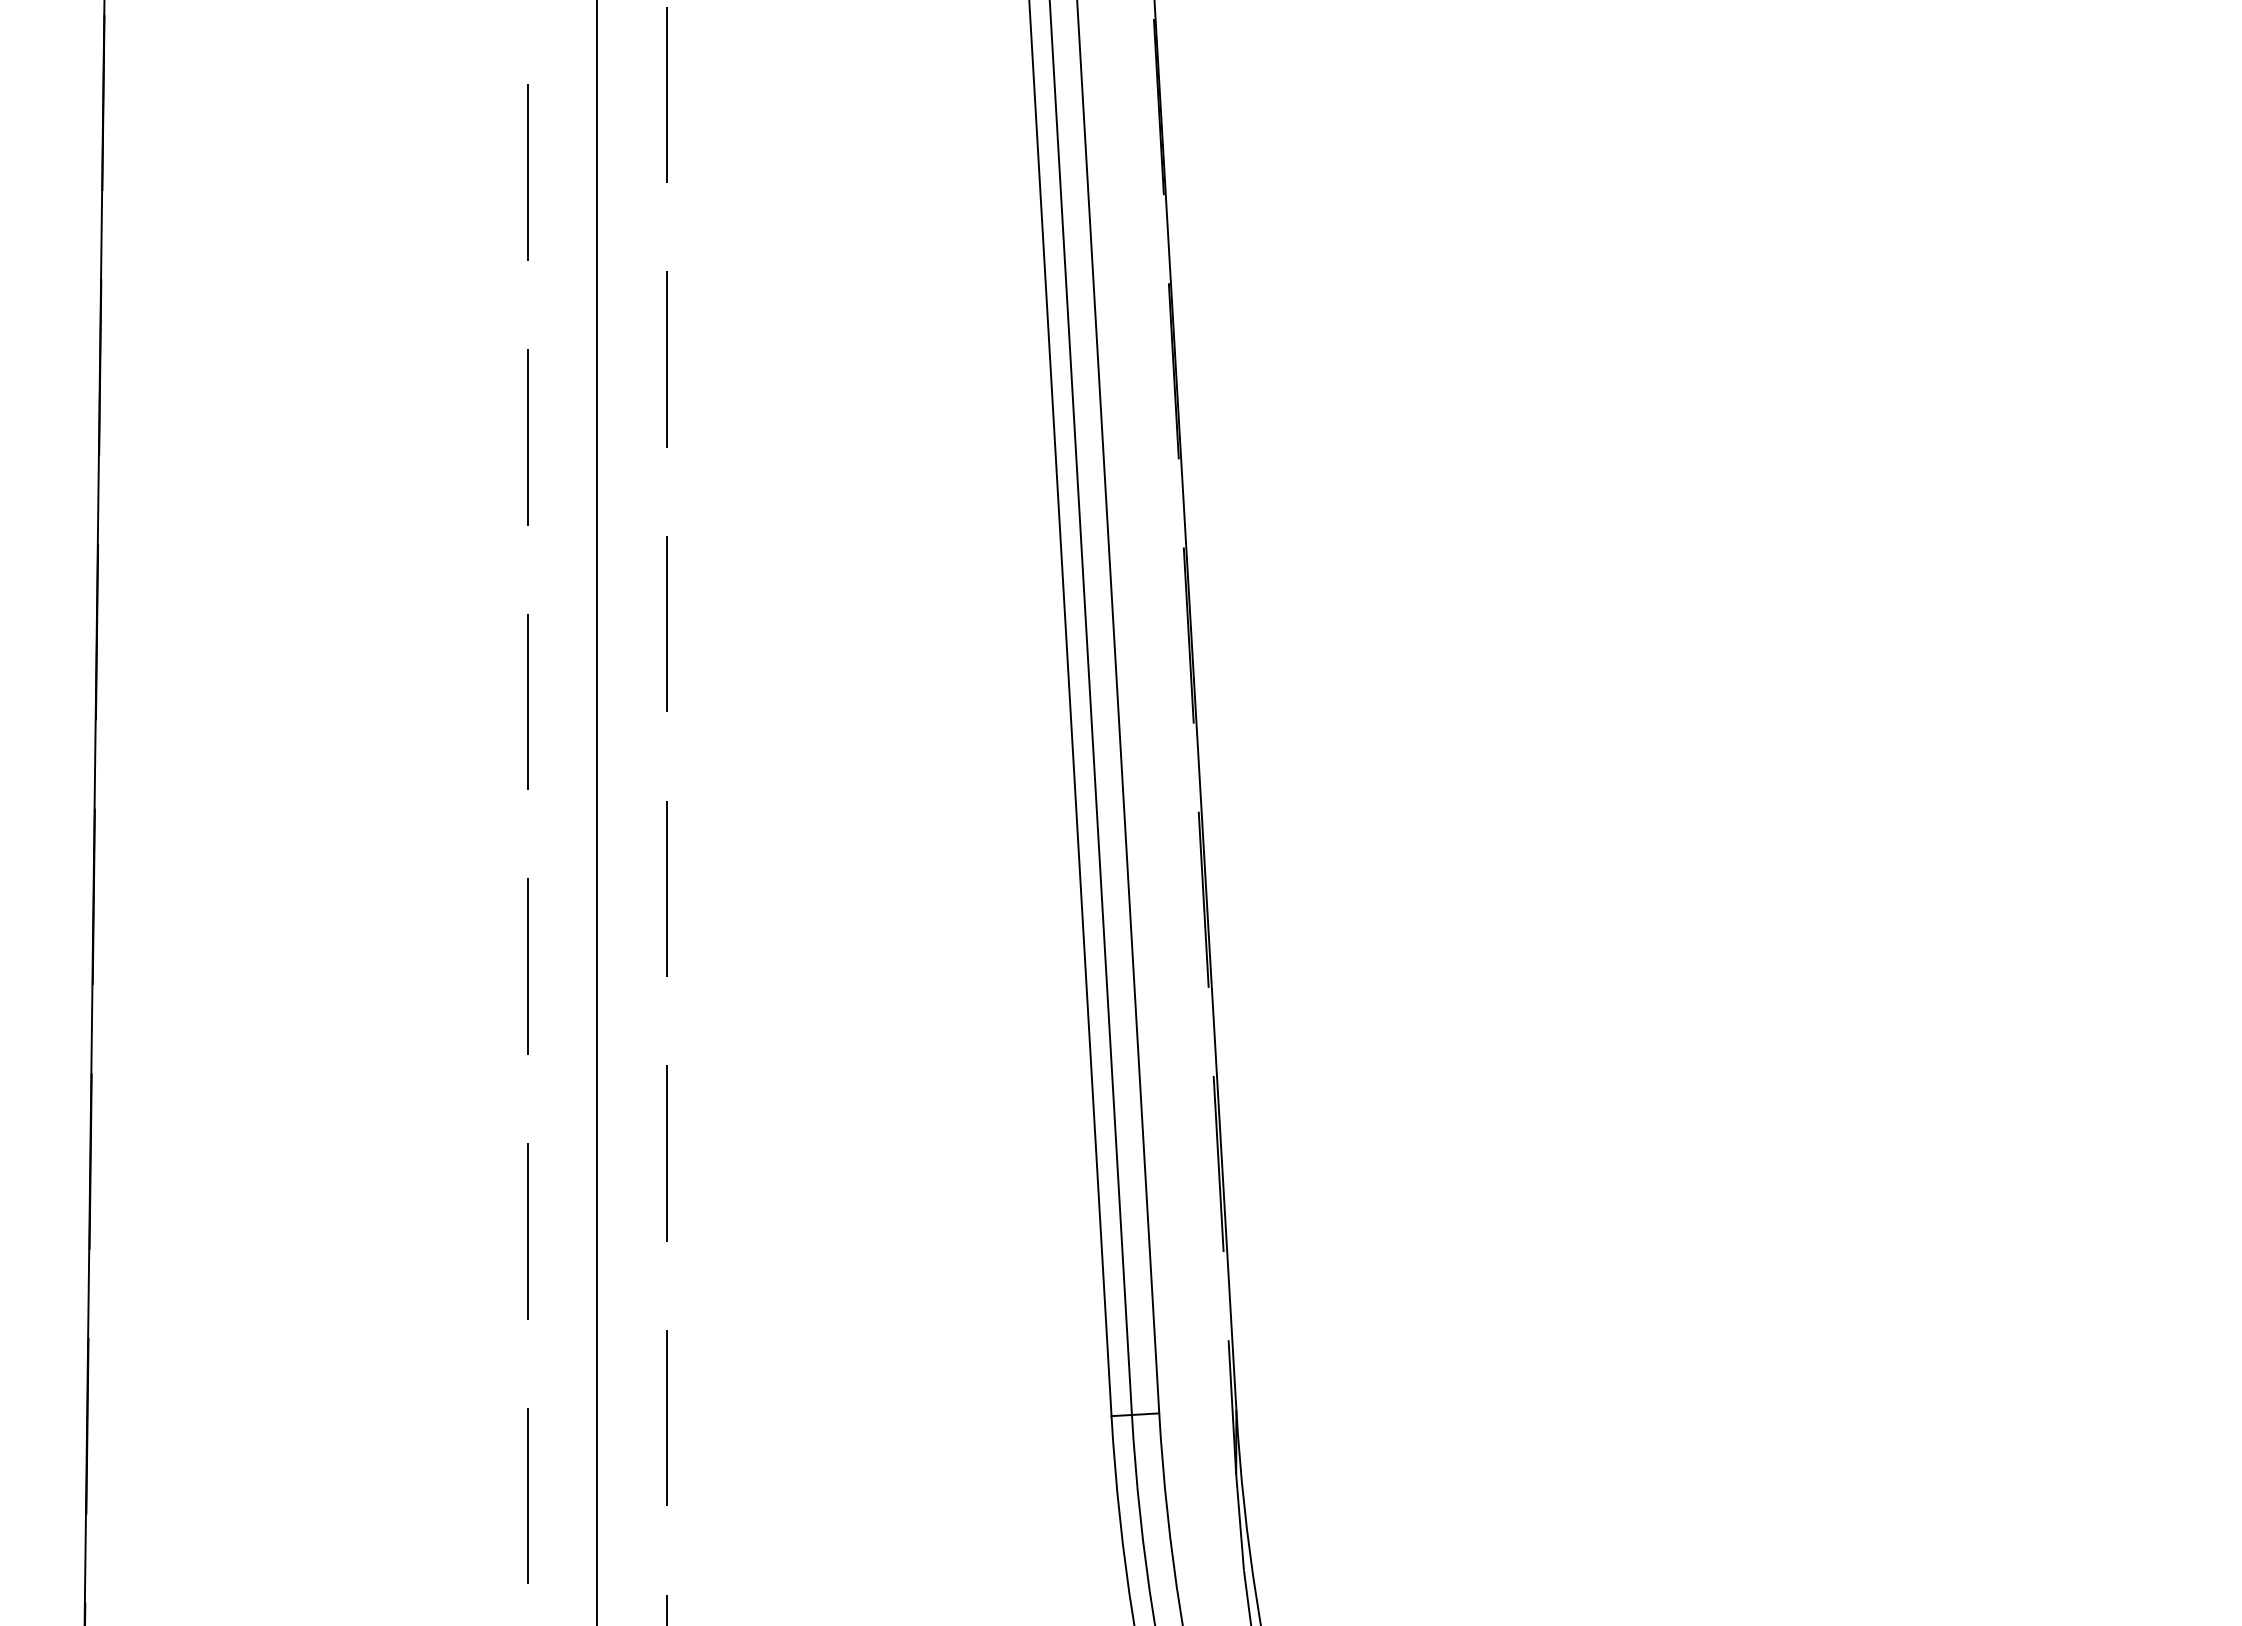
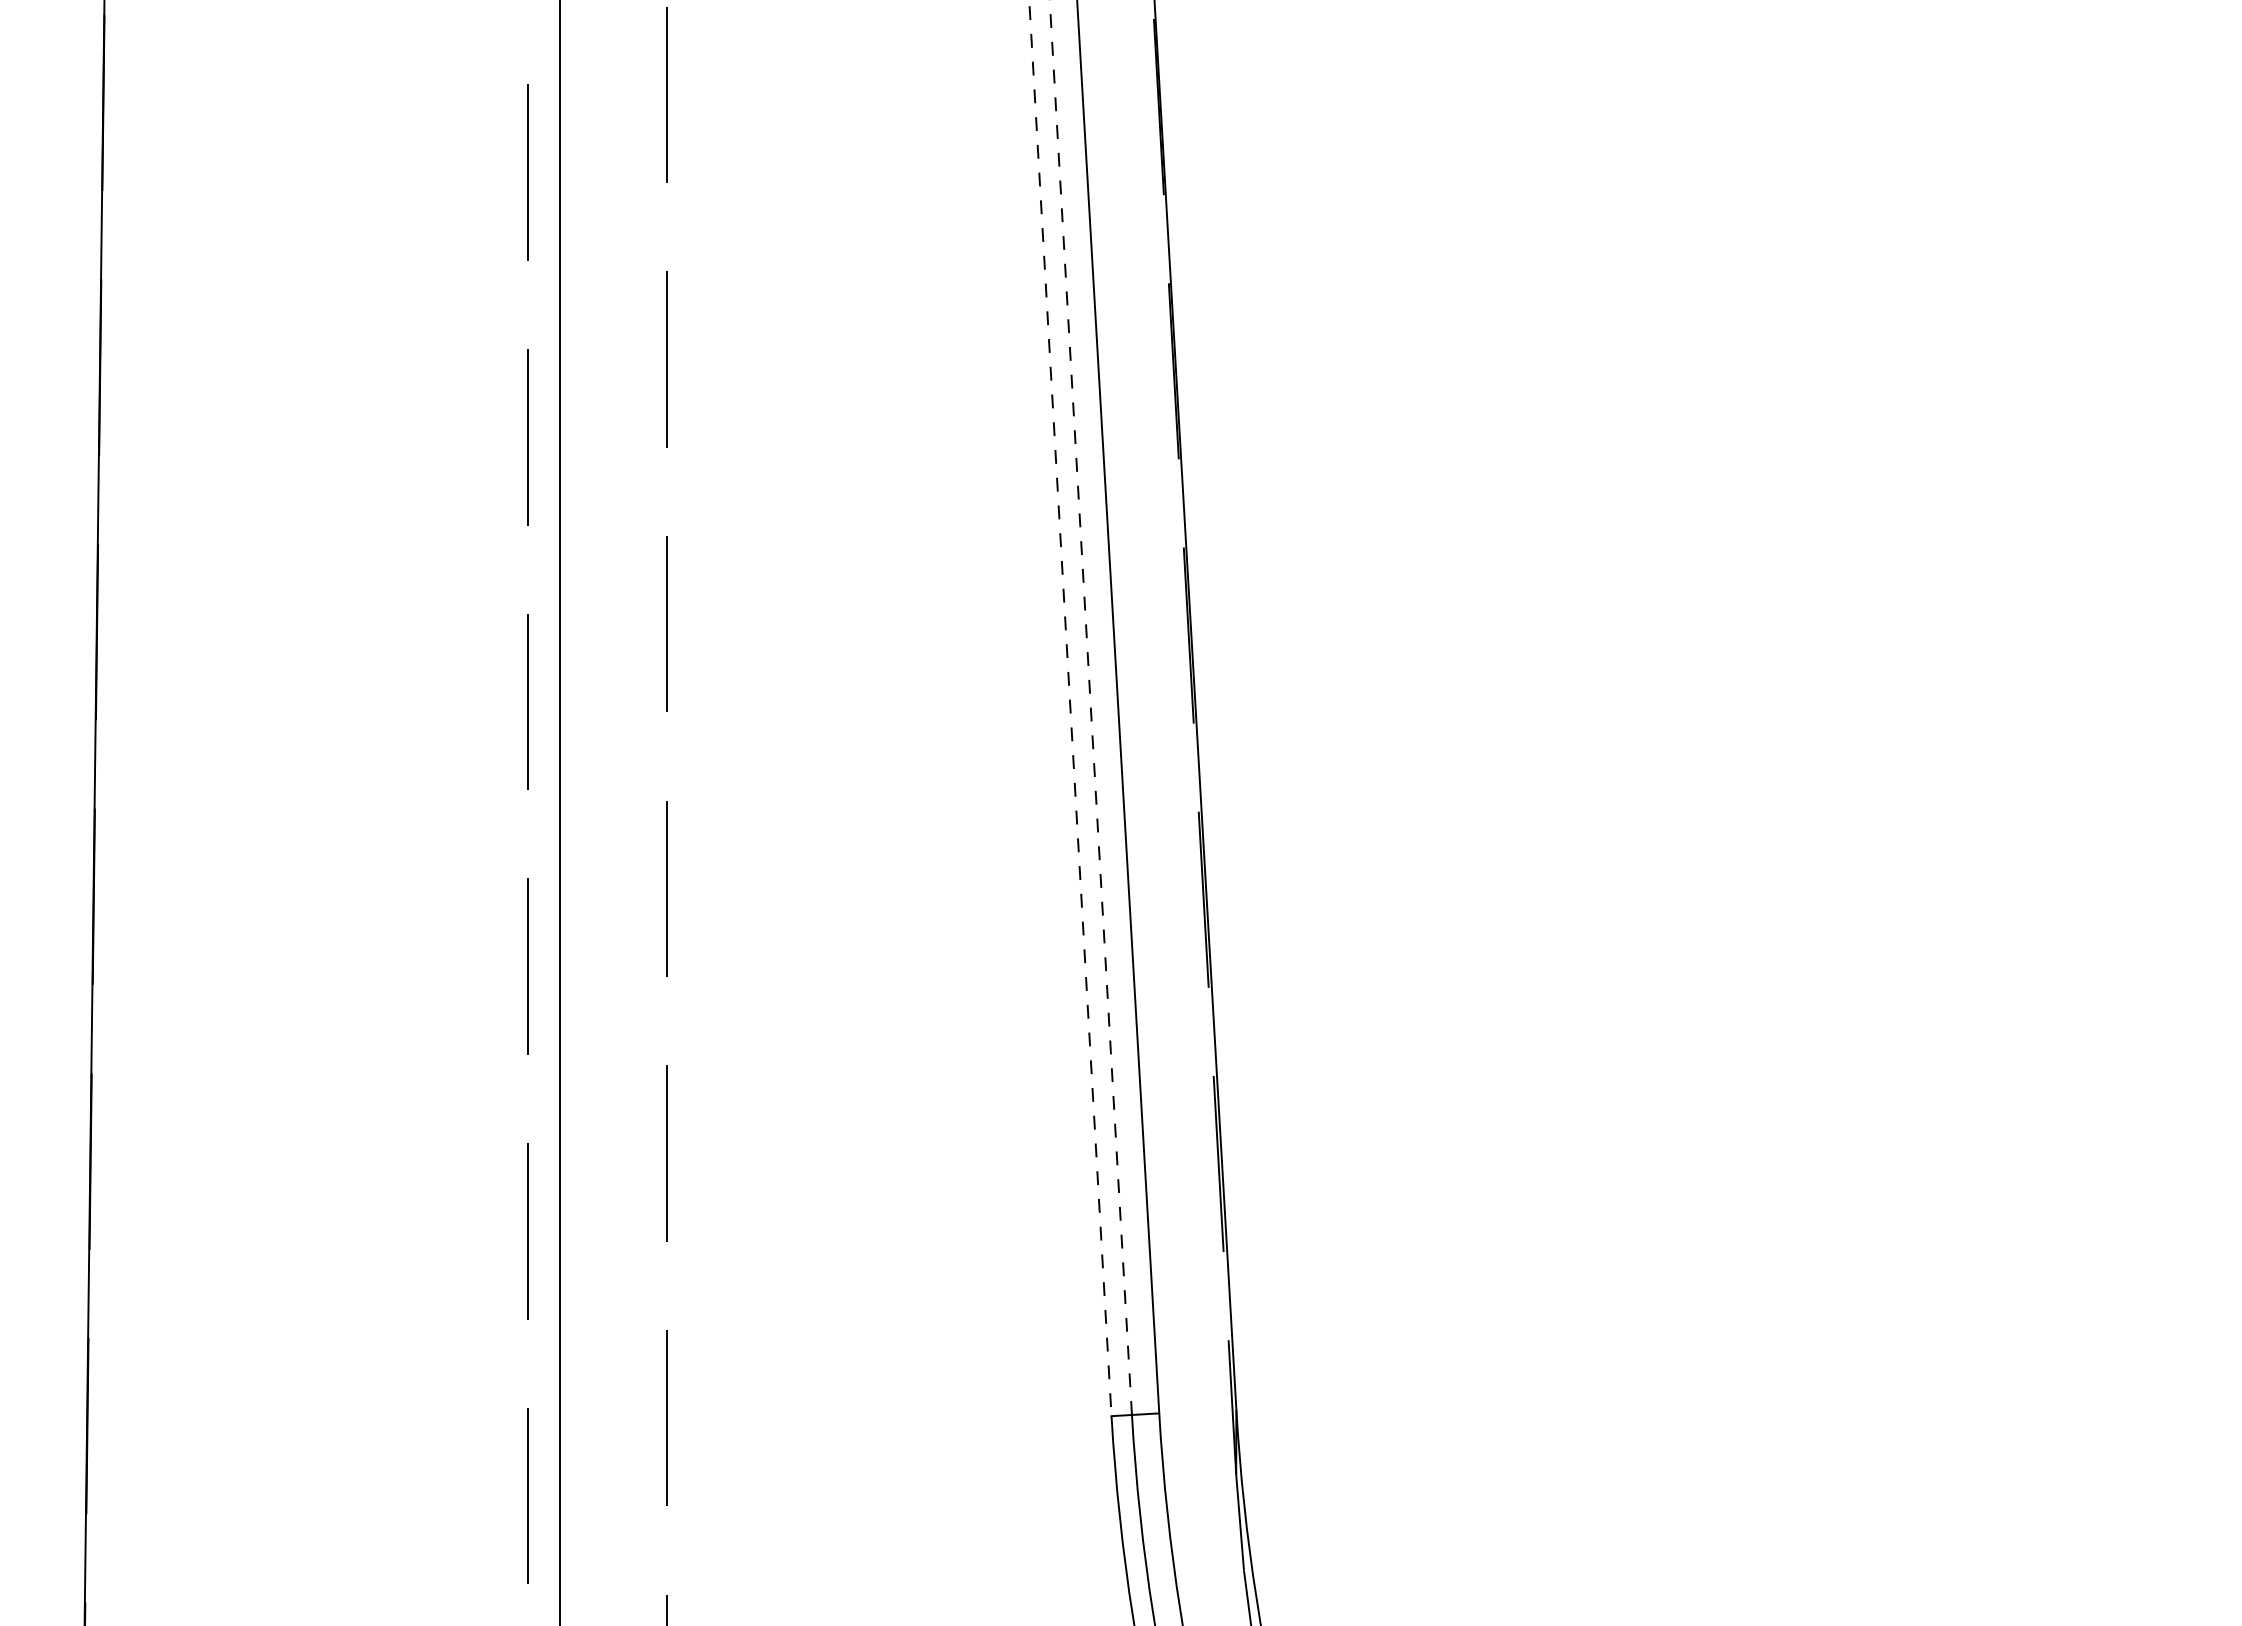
line at (1090, 707): solid -> dashed
line at (1070, 708): solid -> dashed
line at (597, 812) position: (597, 812) -> (560, 812)
